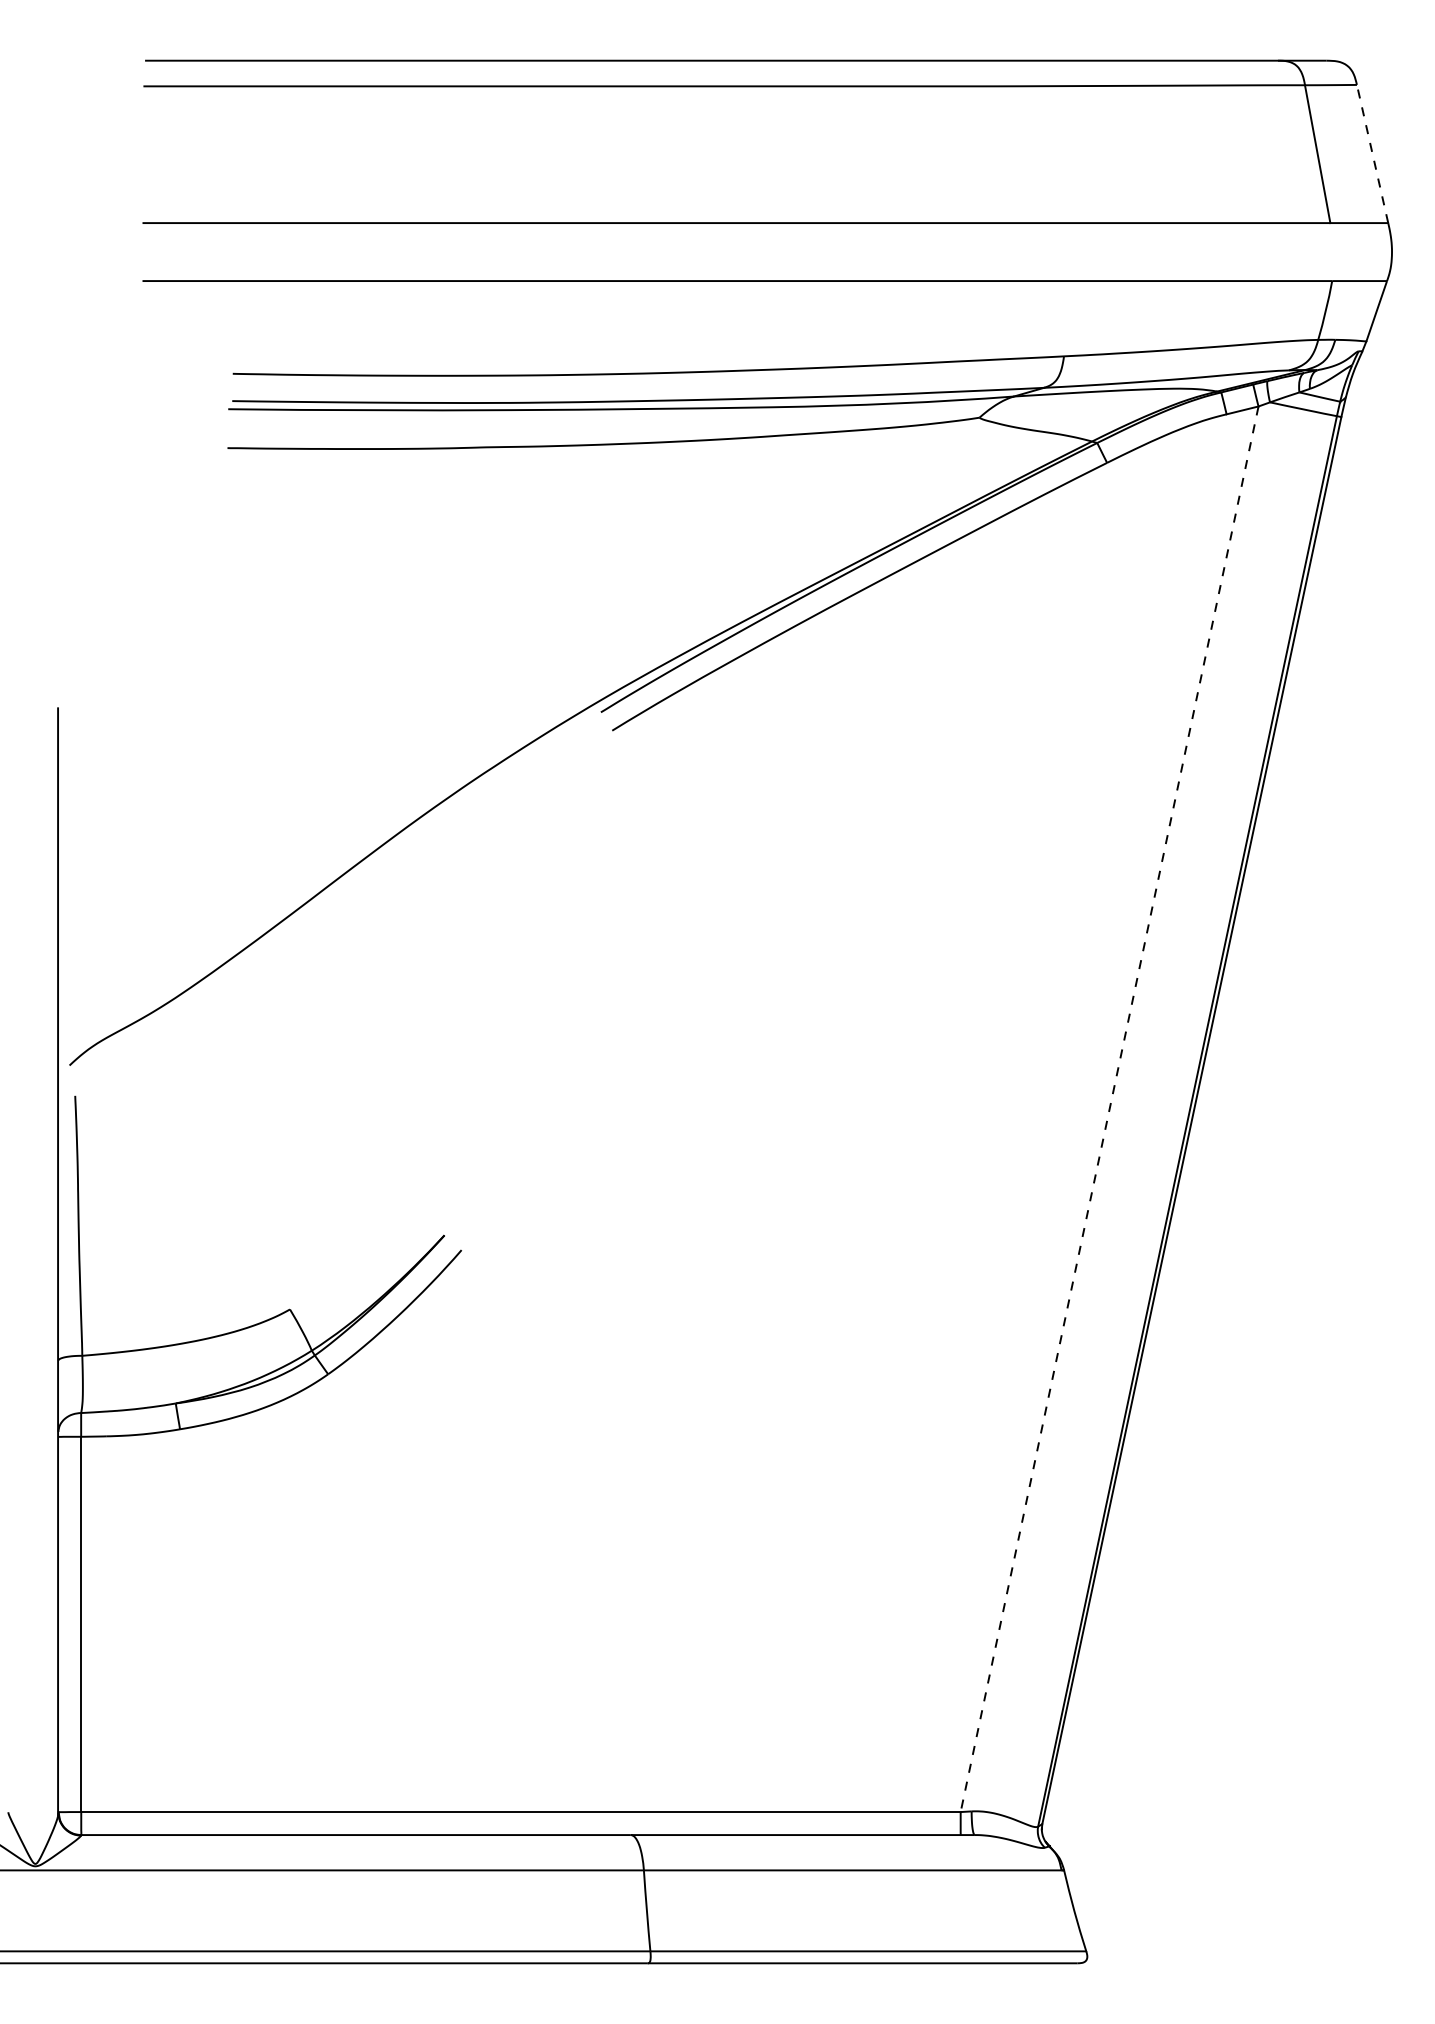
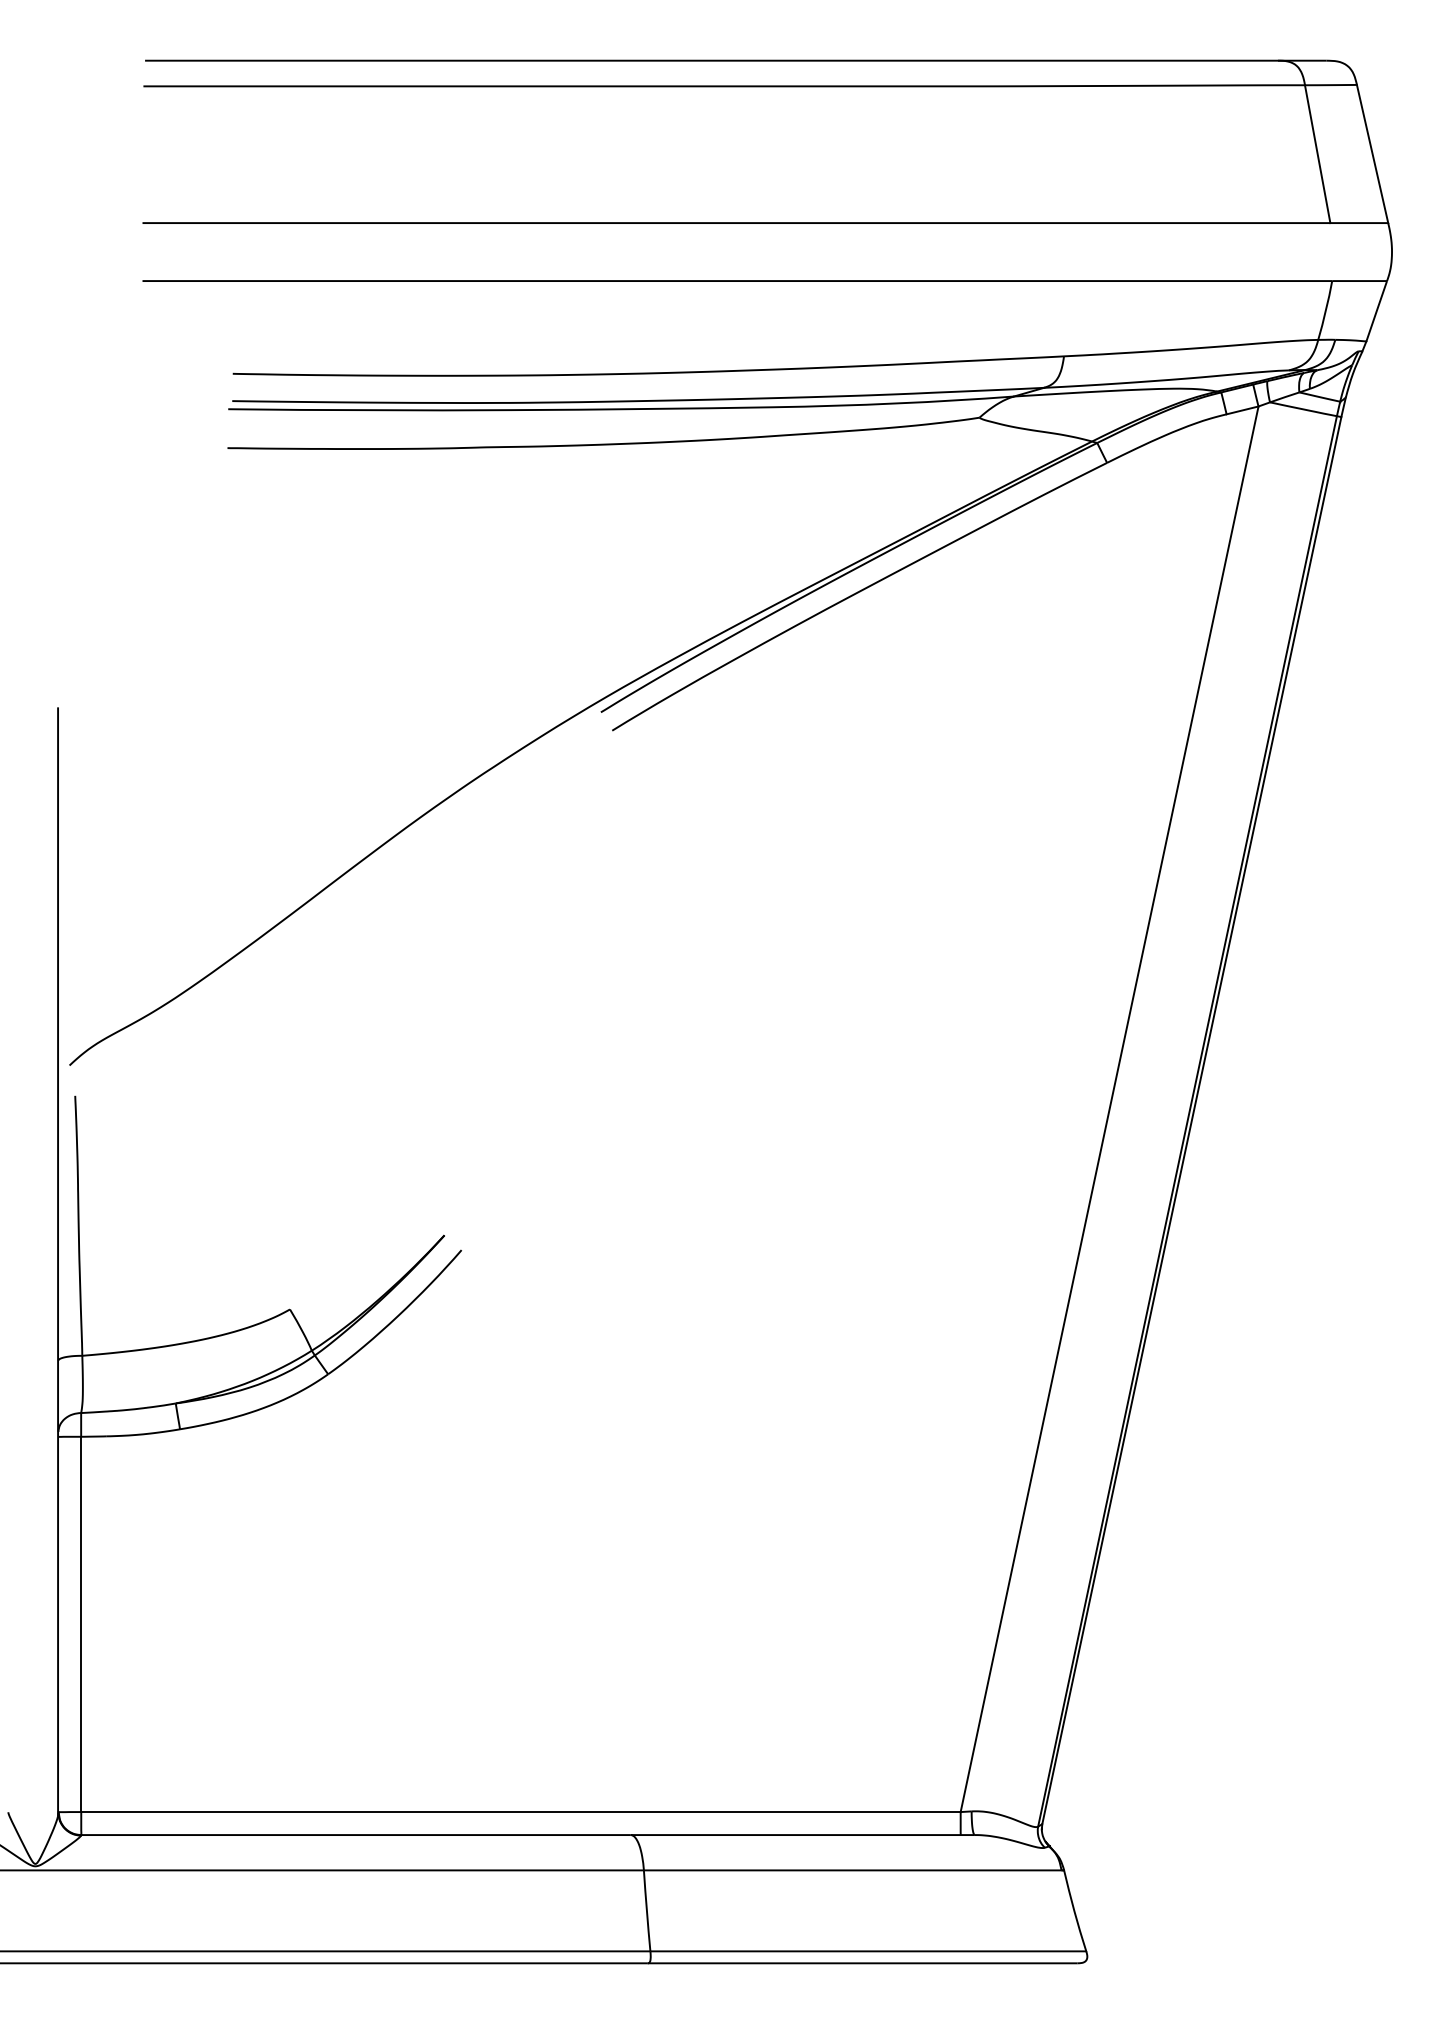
line at (1372, 154): dashed -> solid
line at (1109, 1109): dashed -> solid
